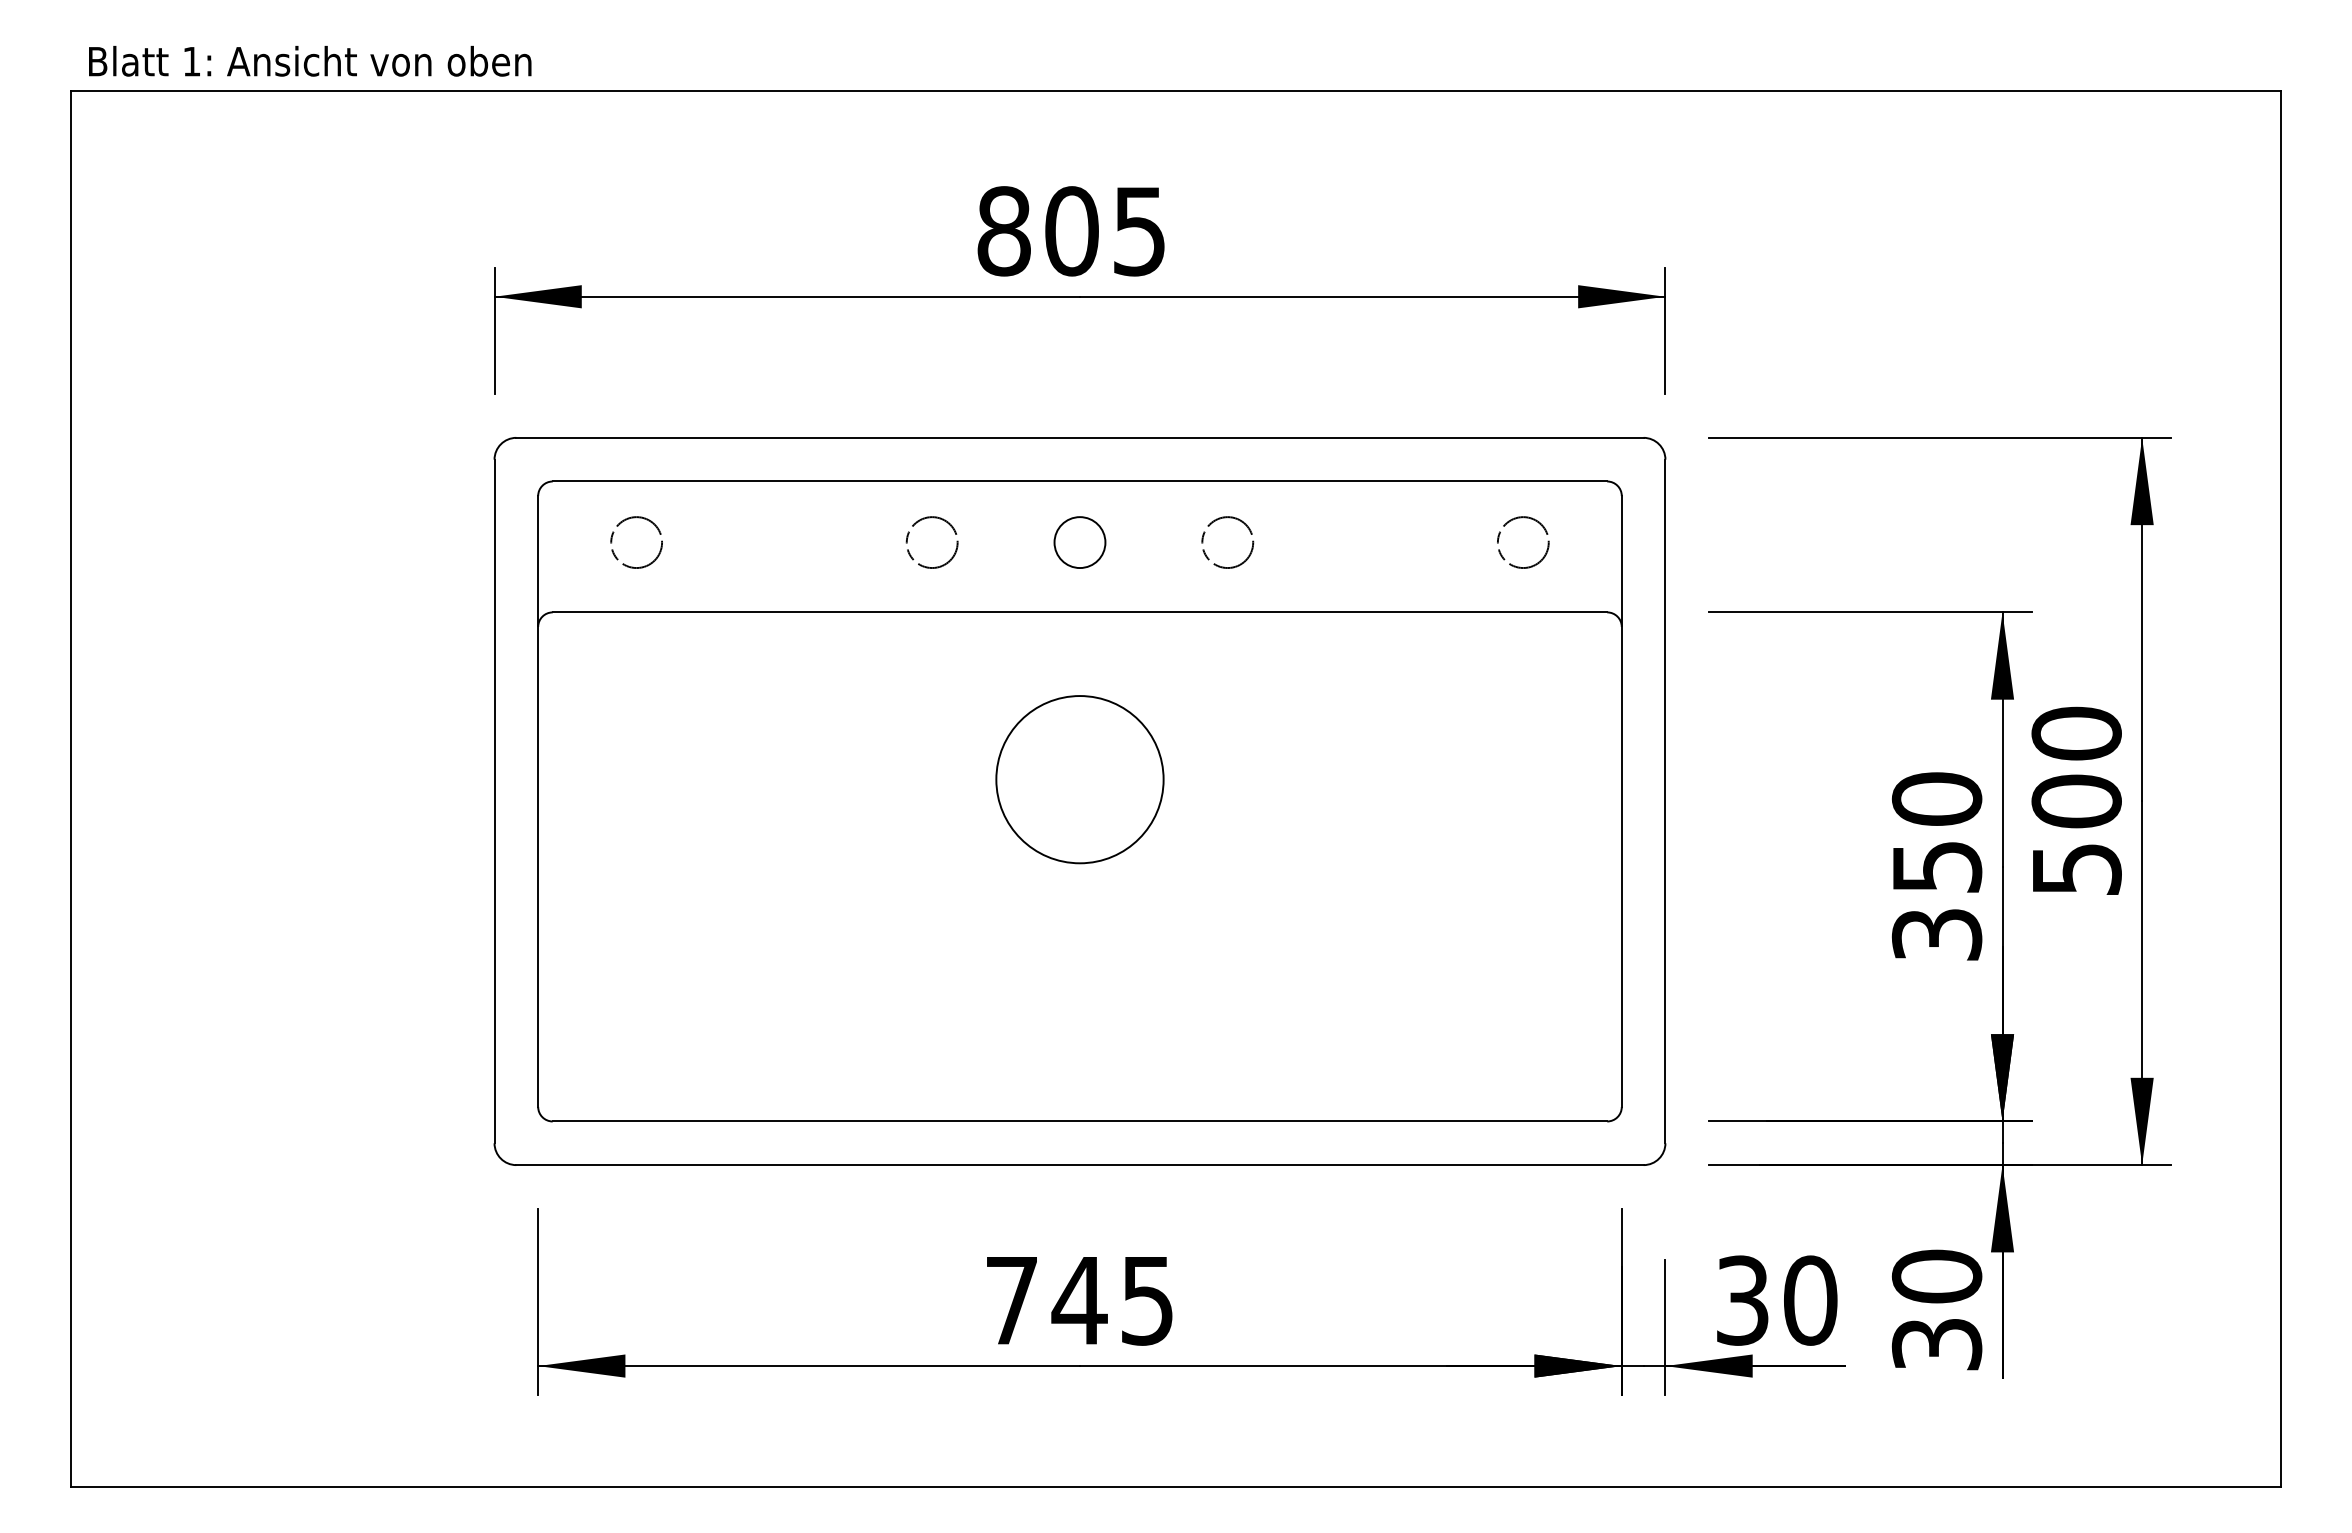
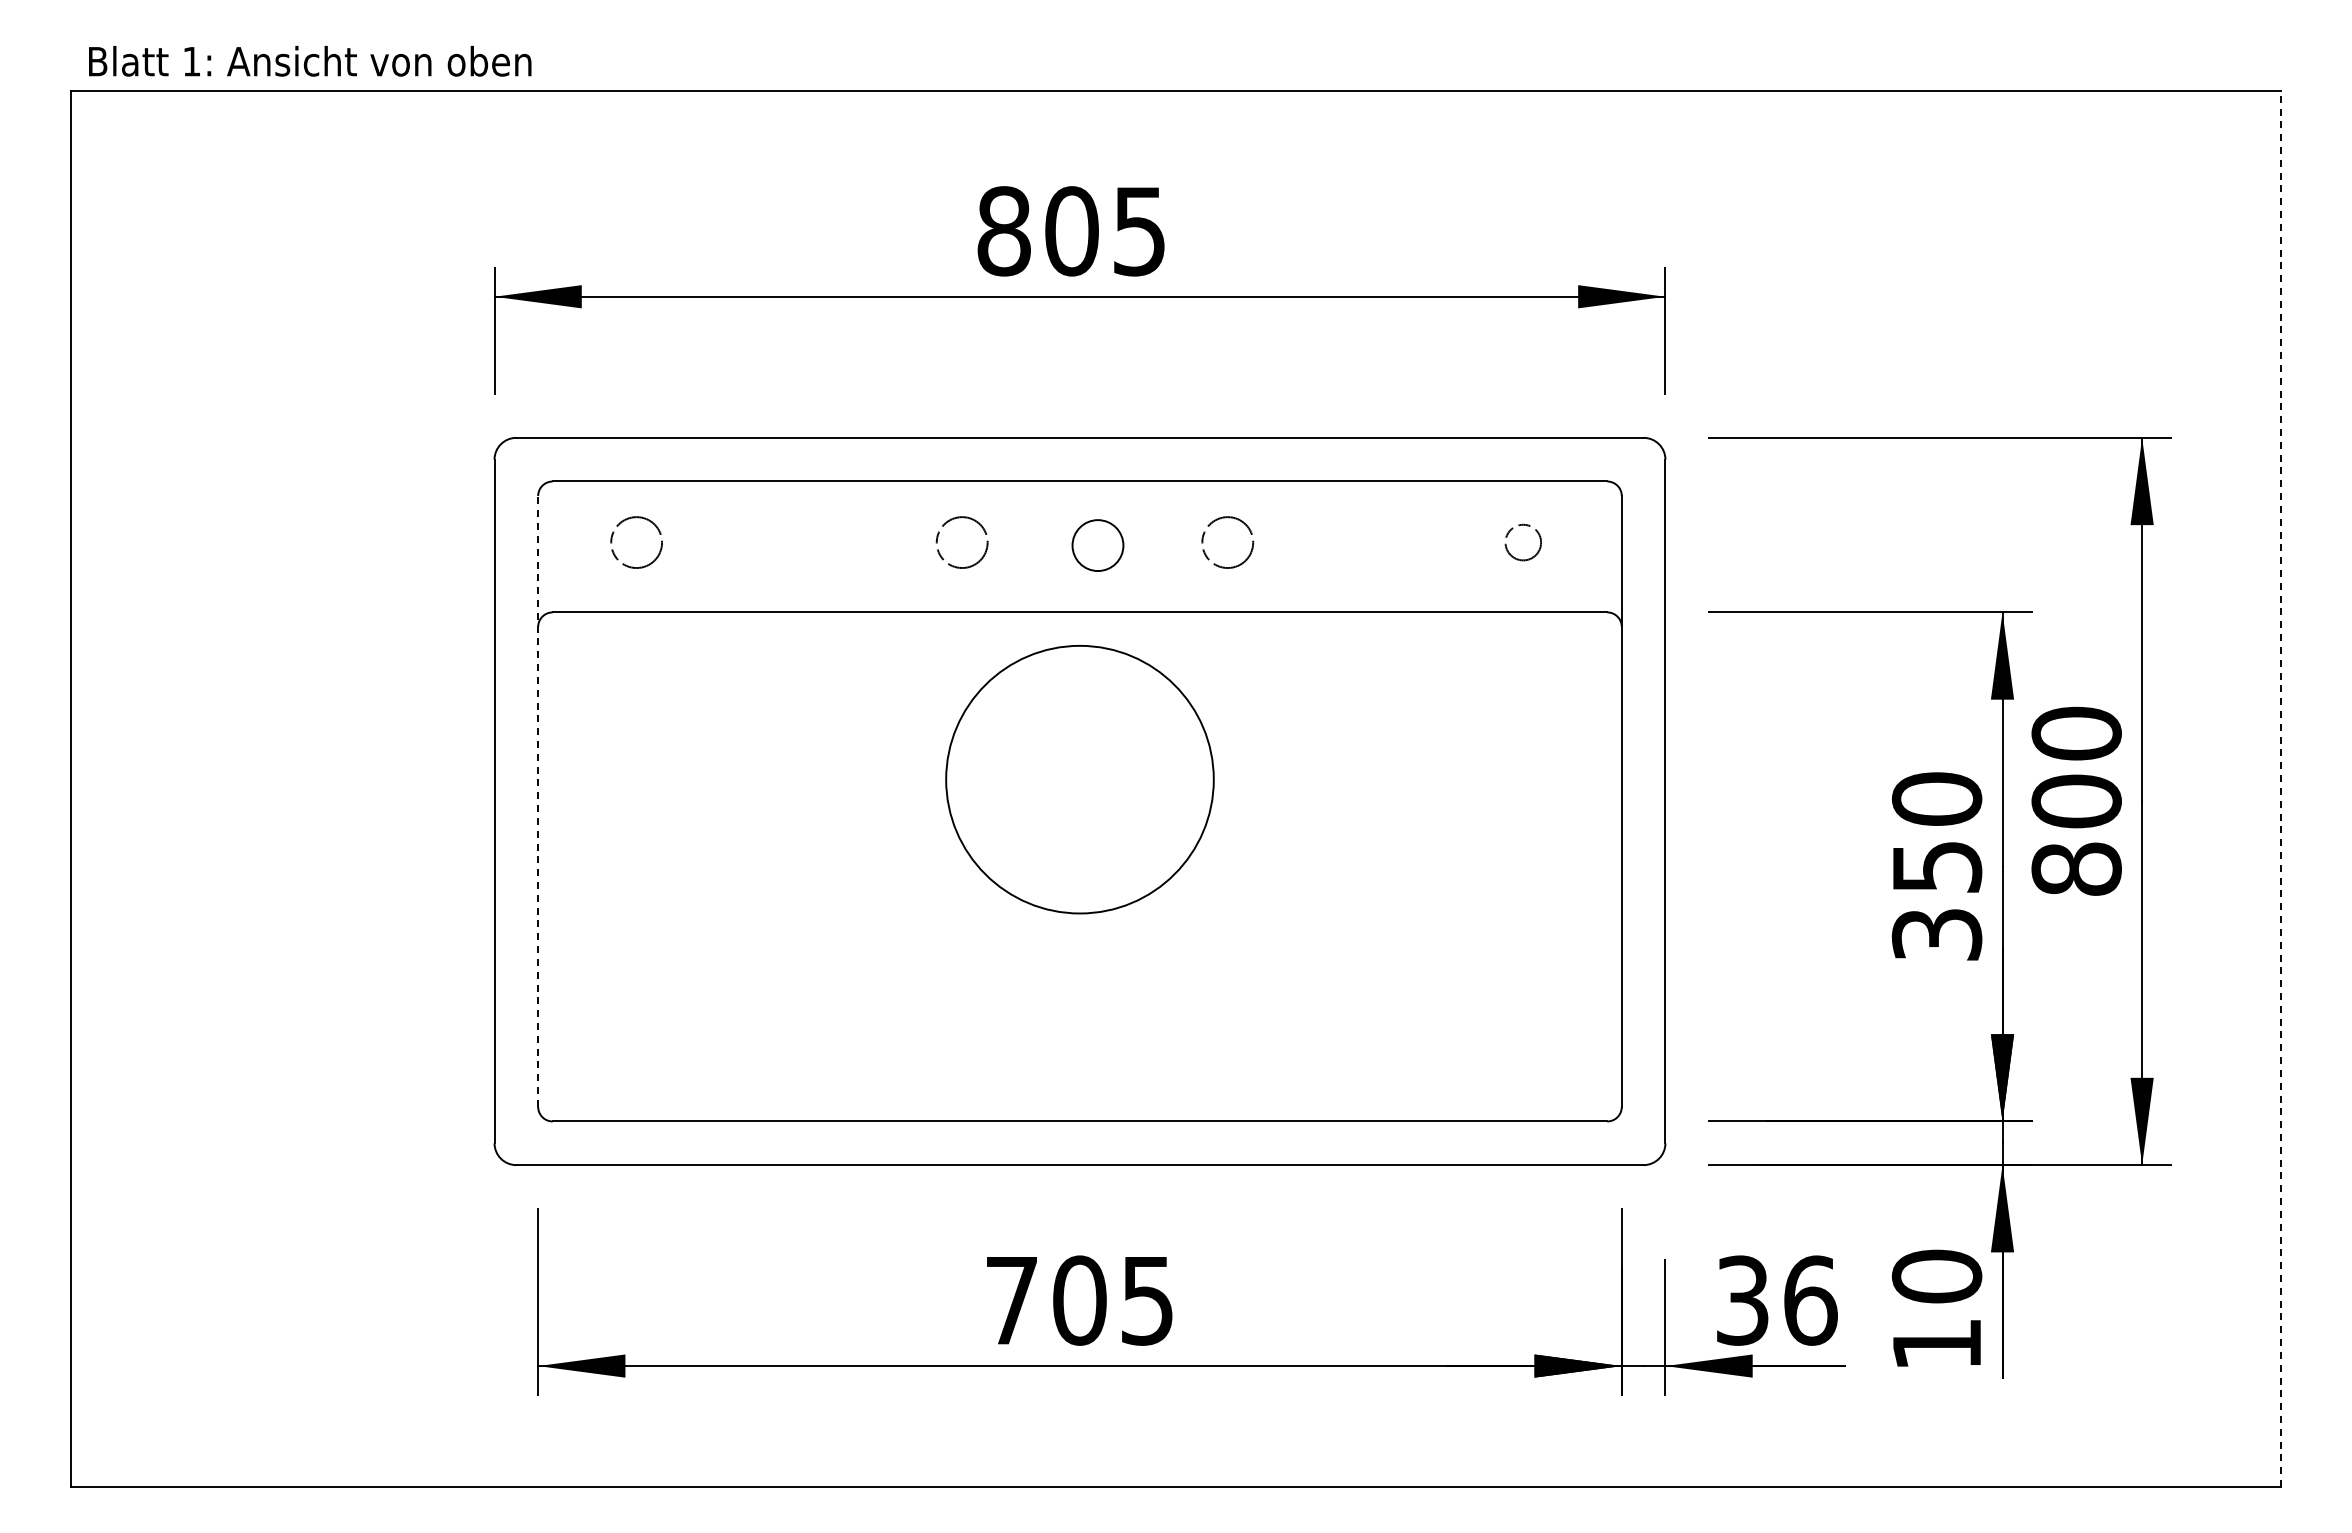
circle at (931, 542) position: (931, 542) -> (961, 542)
circle at (1079, 542) position: (1079, 542) -> (1097, 545)
circle at (1522, 542) diameter: 51 px -> 36 px
circle at (1079, 779) diameter: 167 px -> 268 px
line at (2281, 788): solid -> dashed
line at (538, 800): solid -> dashed
text at (2076, 868): 500 -> 800
text at (1079, 1300): 745 -> 705
text at (1810, 1300): 30 -> 36
text at (1936, 1344): 30 -> 10
